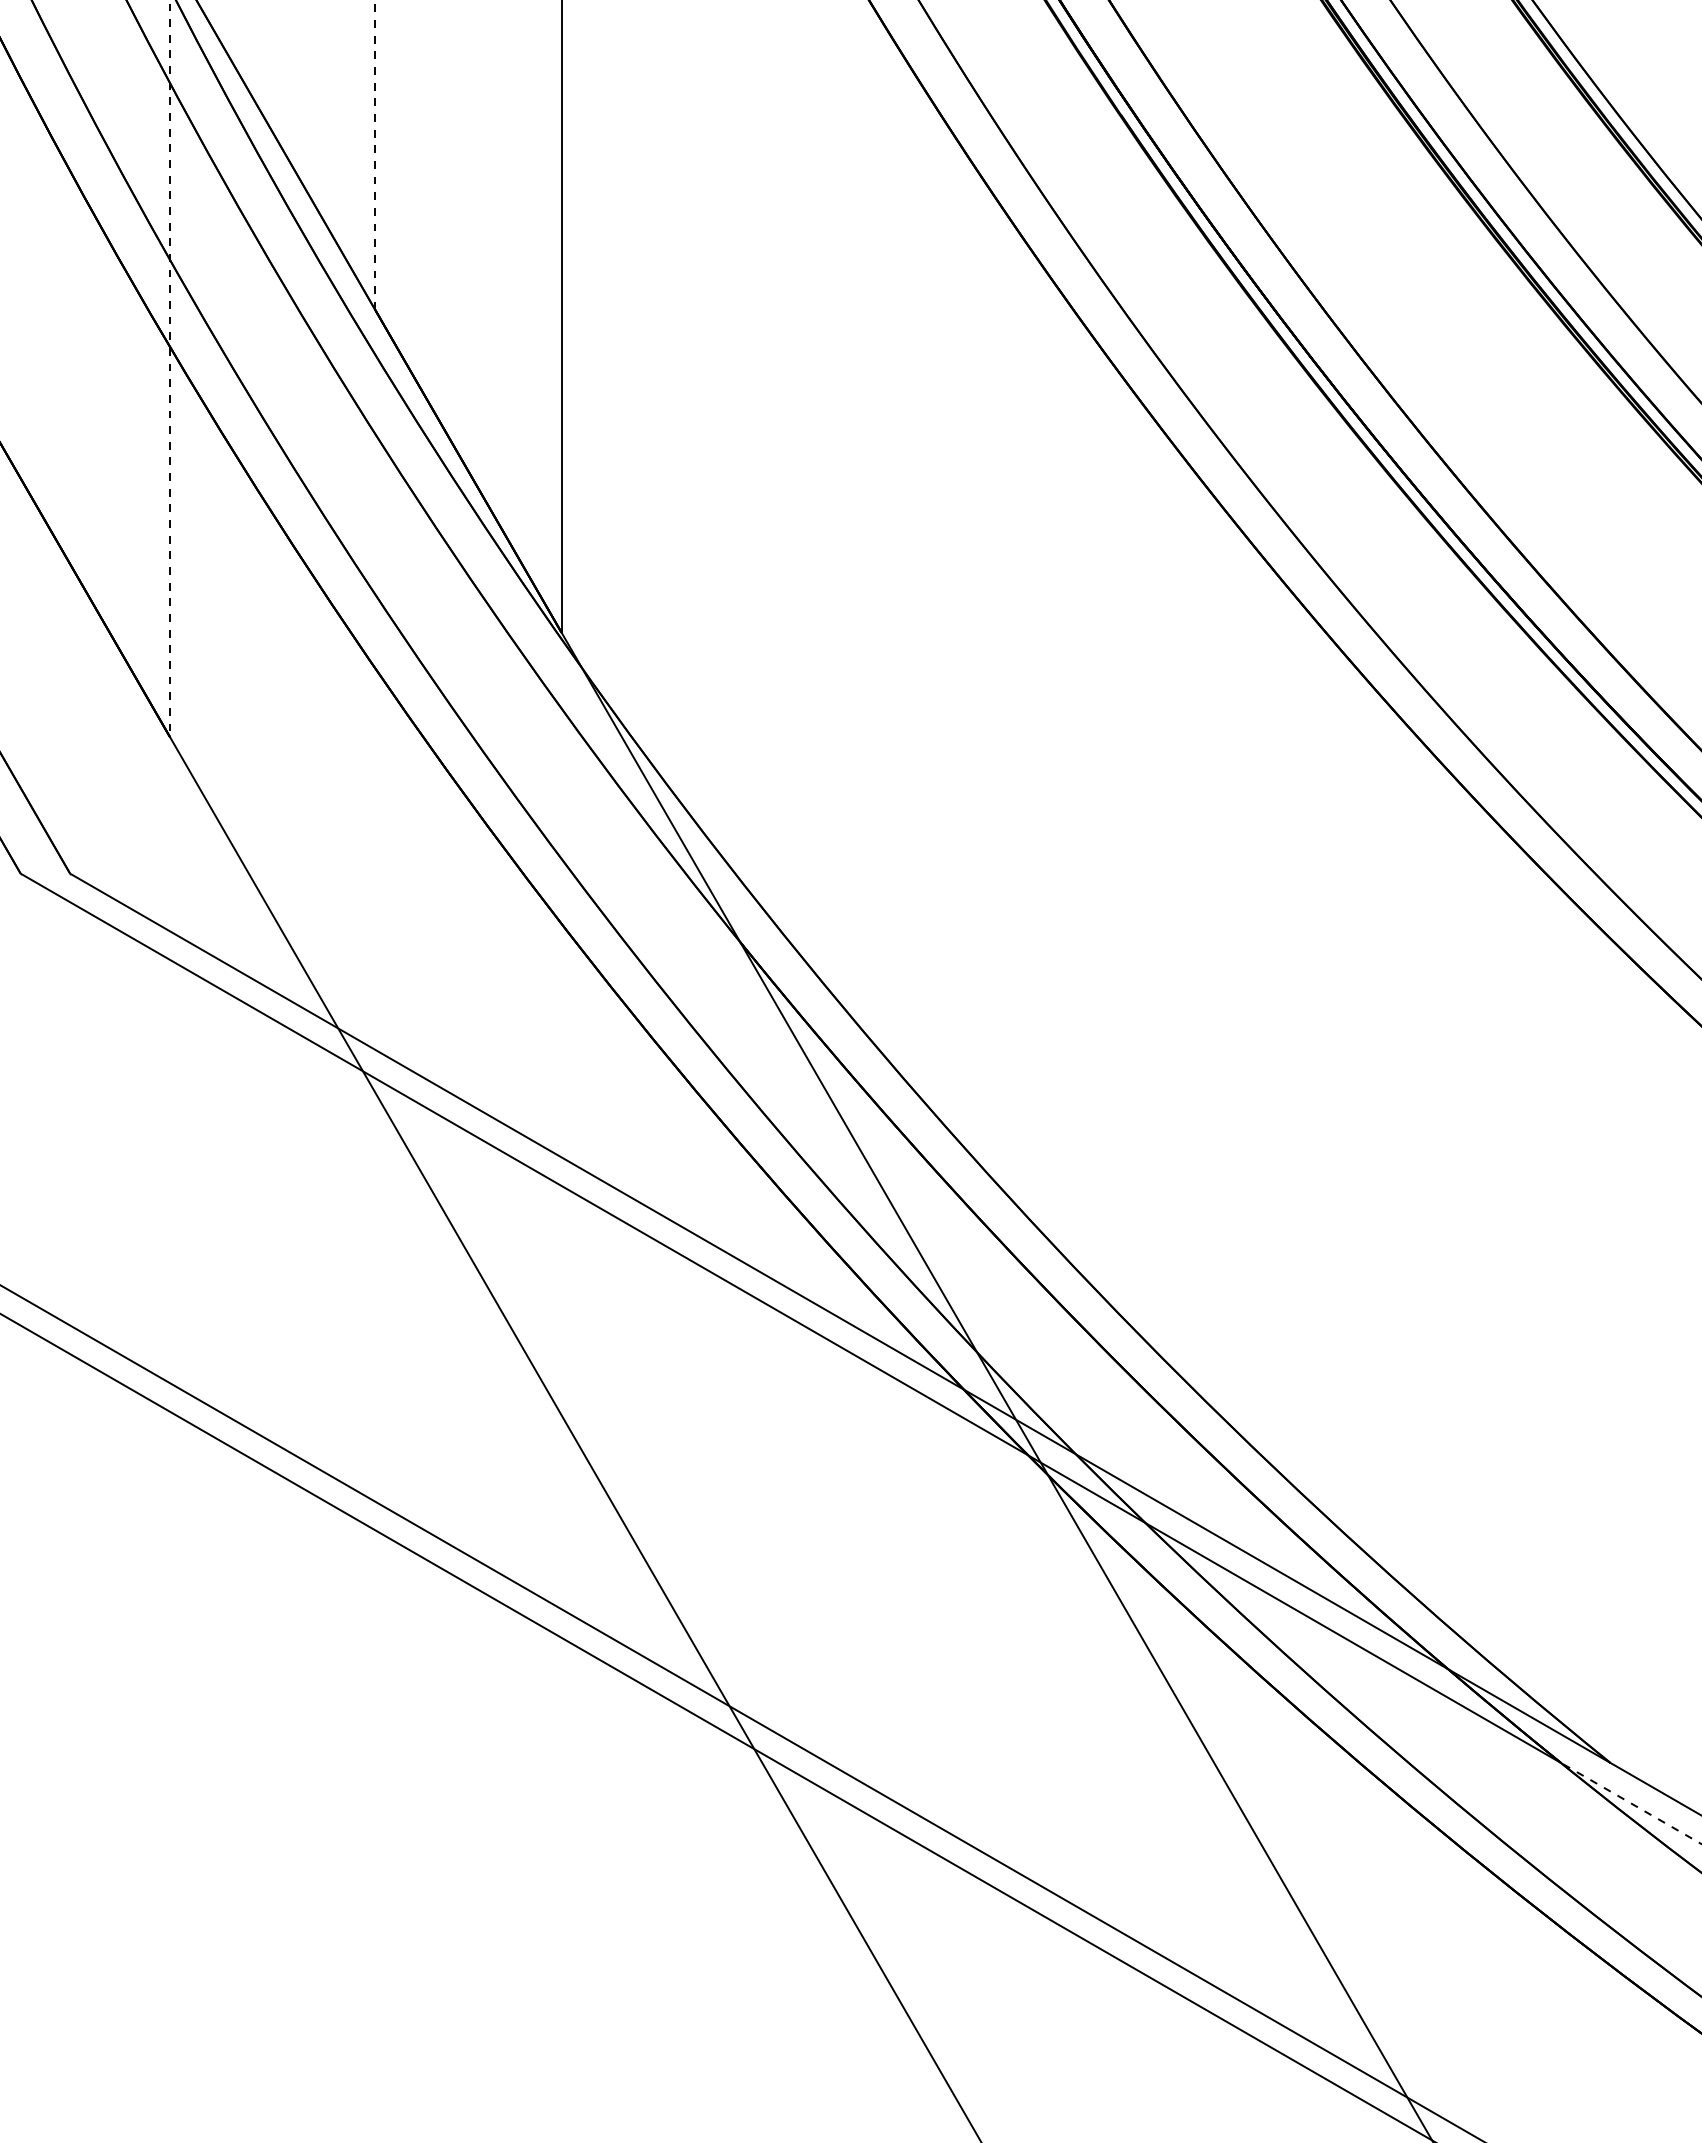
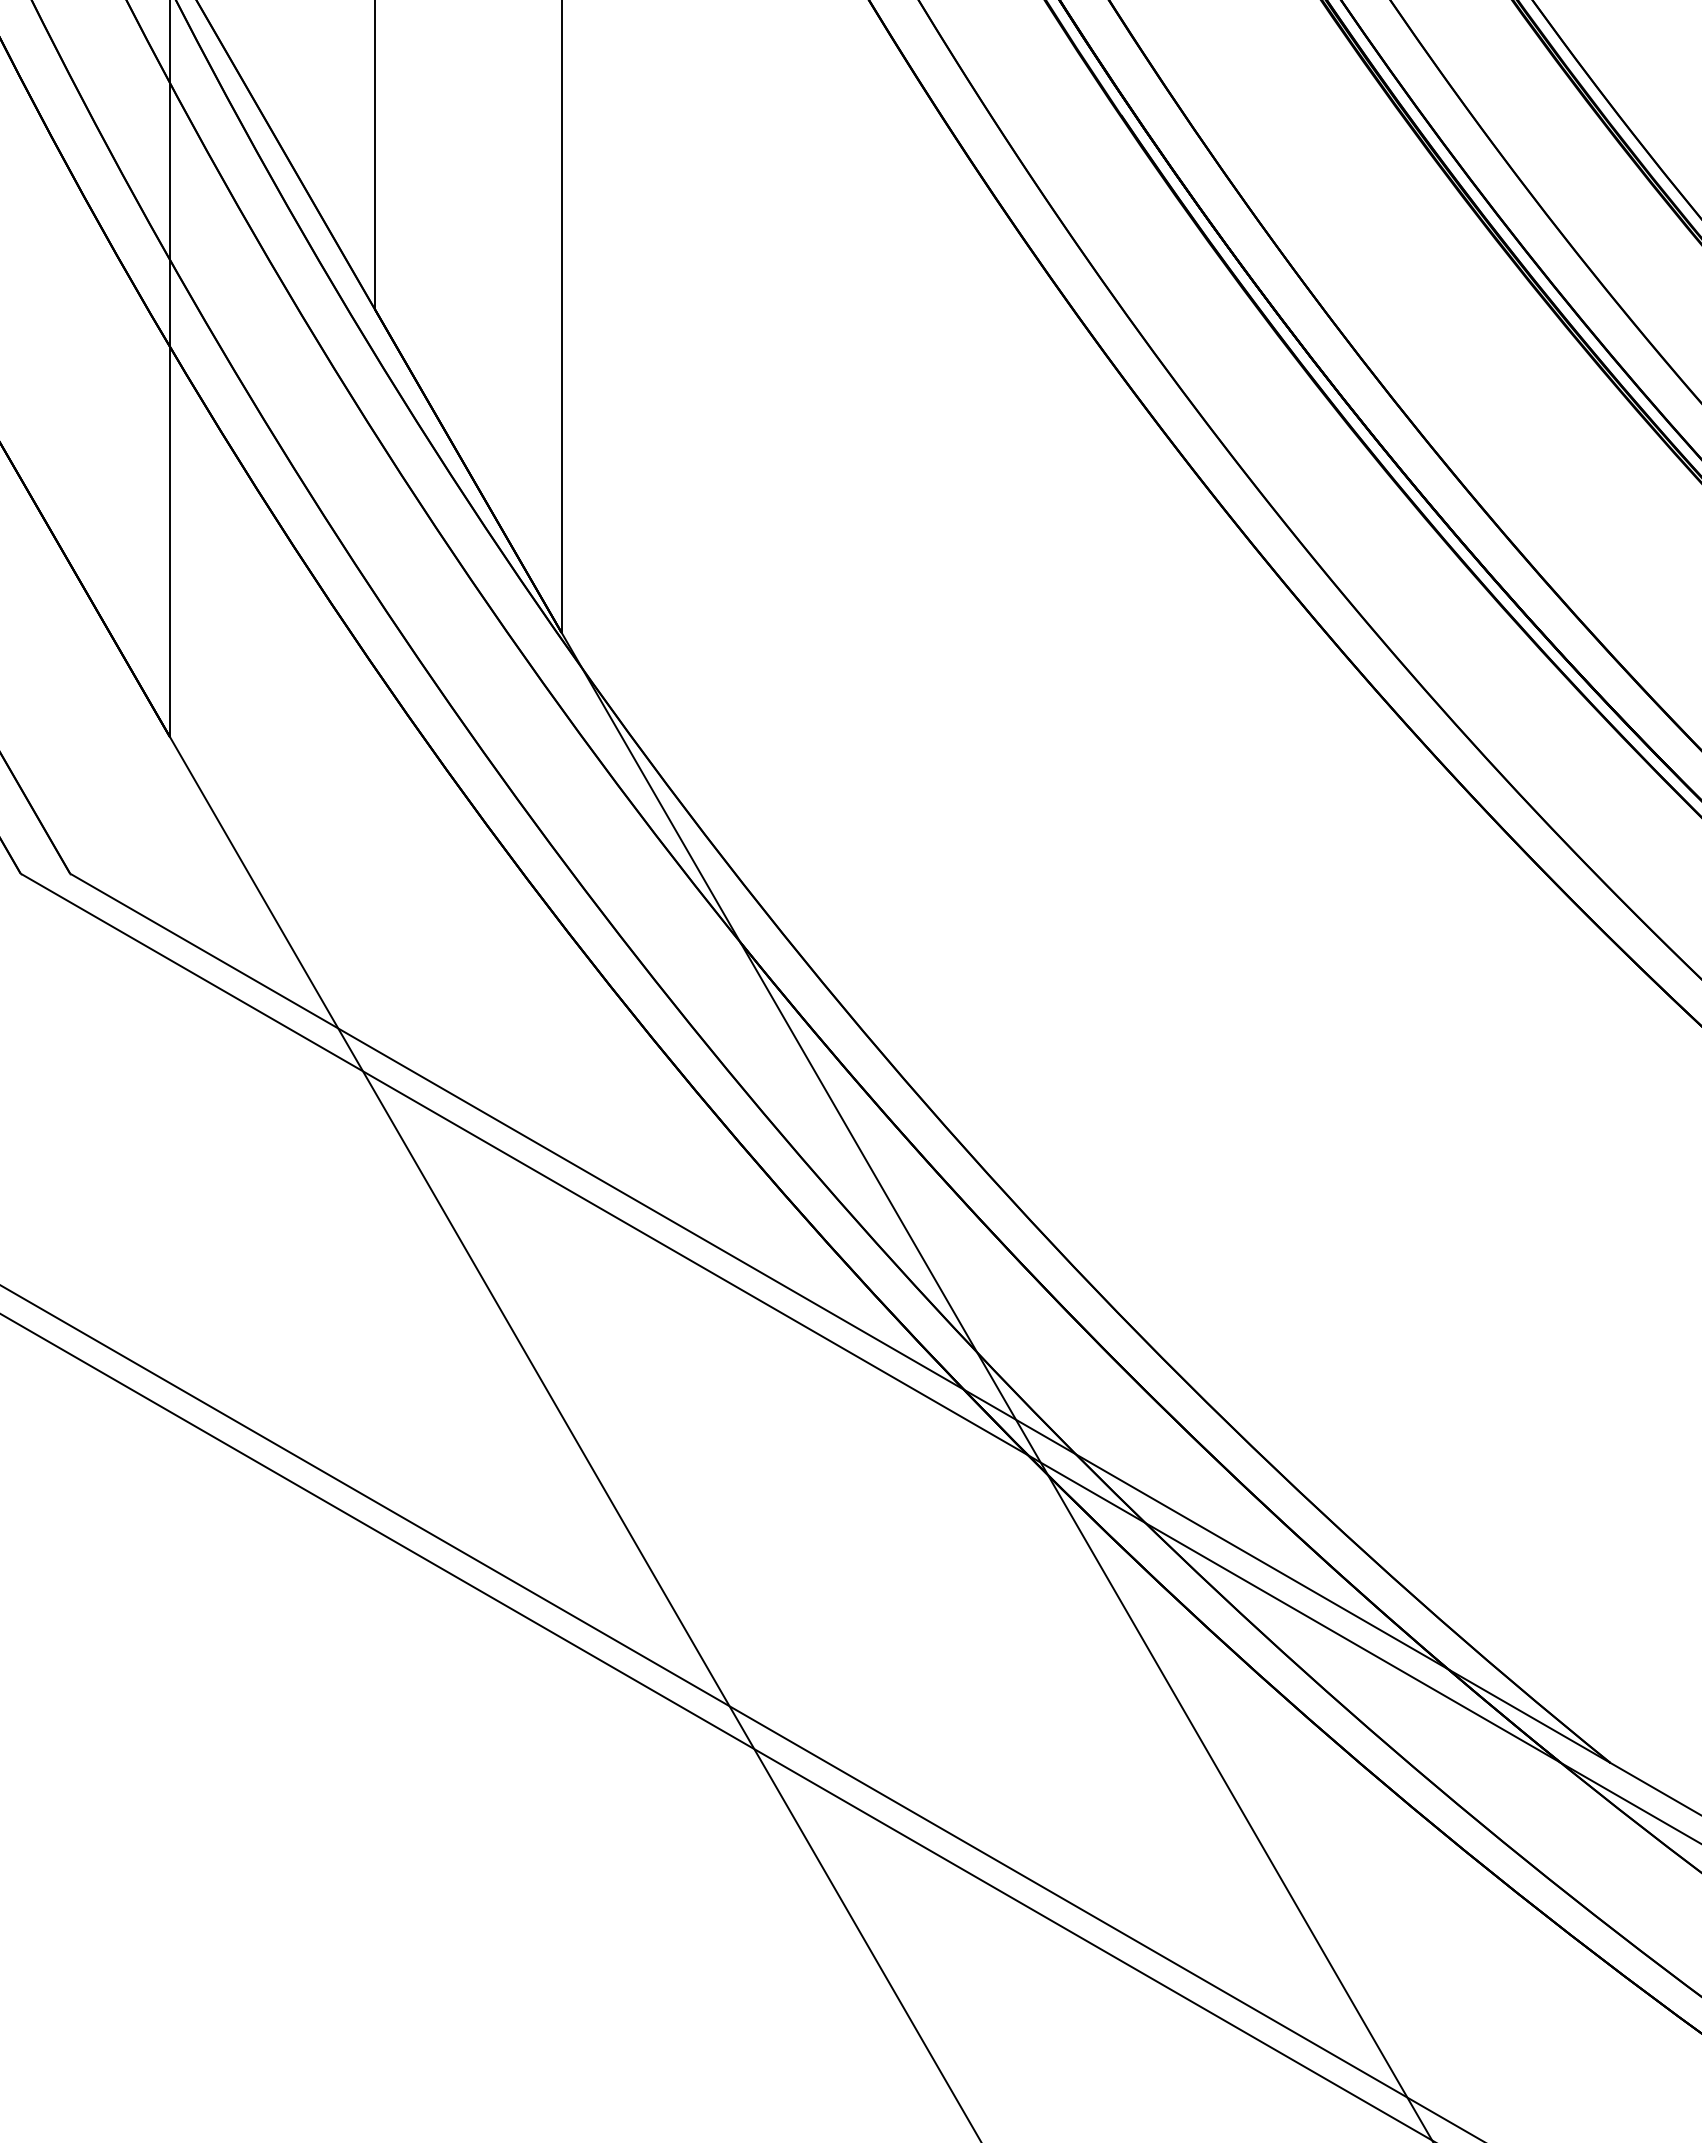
line at (375, 154): dashed -> solid
line at (170, 369): dashed -> solid
line at (1631, 1803): dashed -> solid
